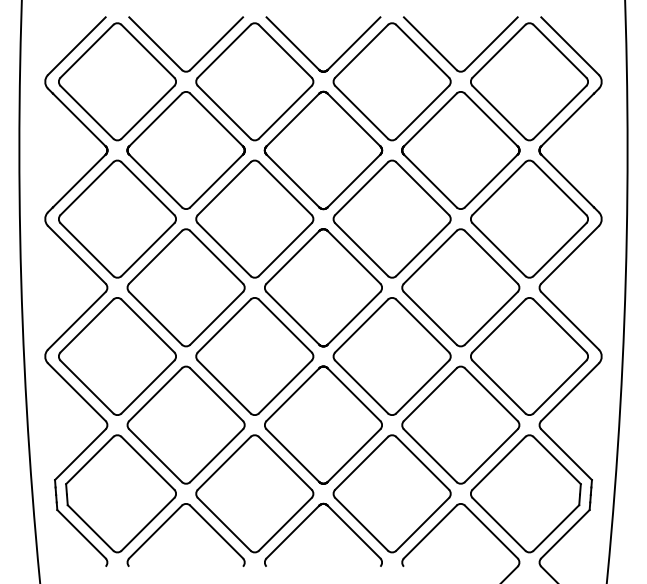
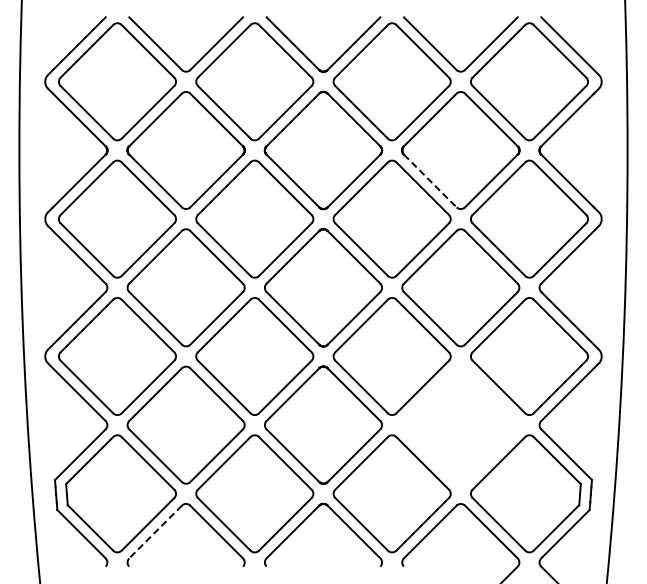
line at (430, 181): solid -> dashed
part at (460, 424): present -> none
line at (155, 532): solid -> dashed
